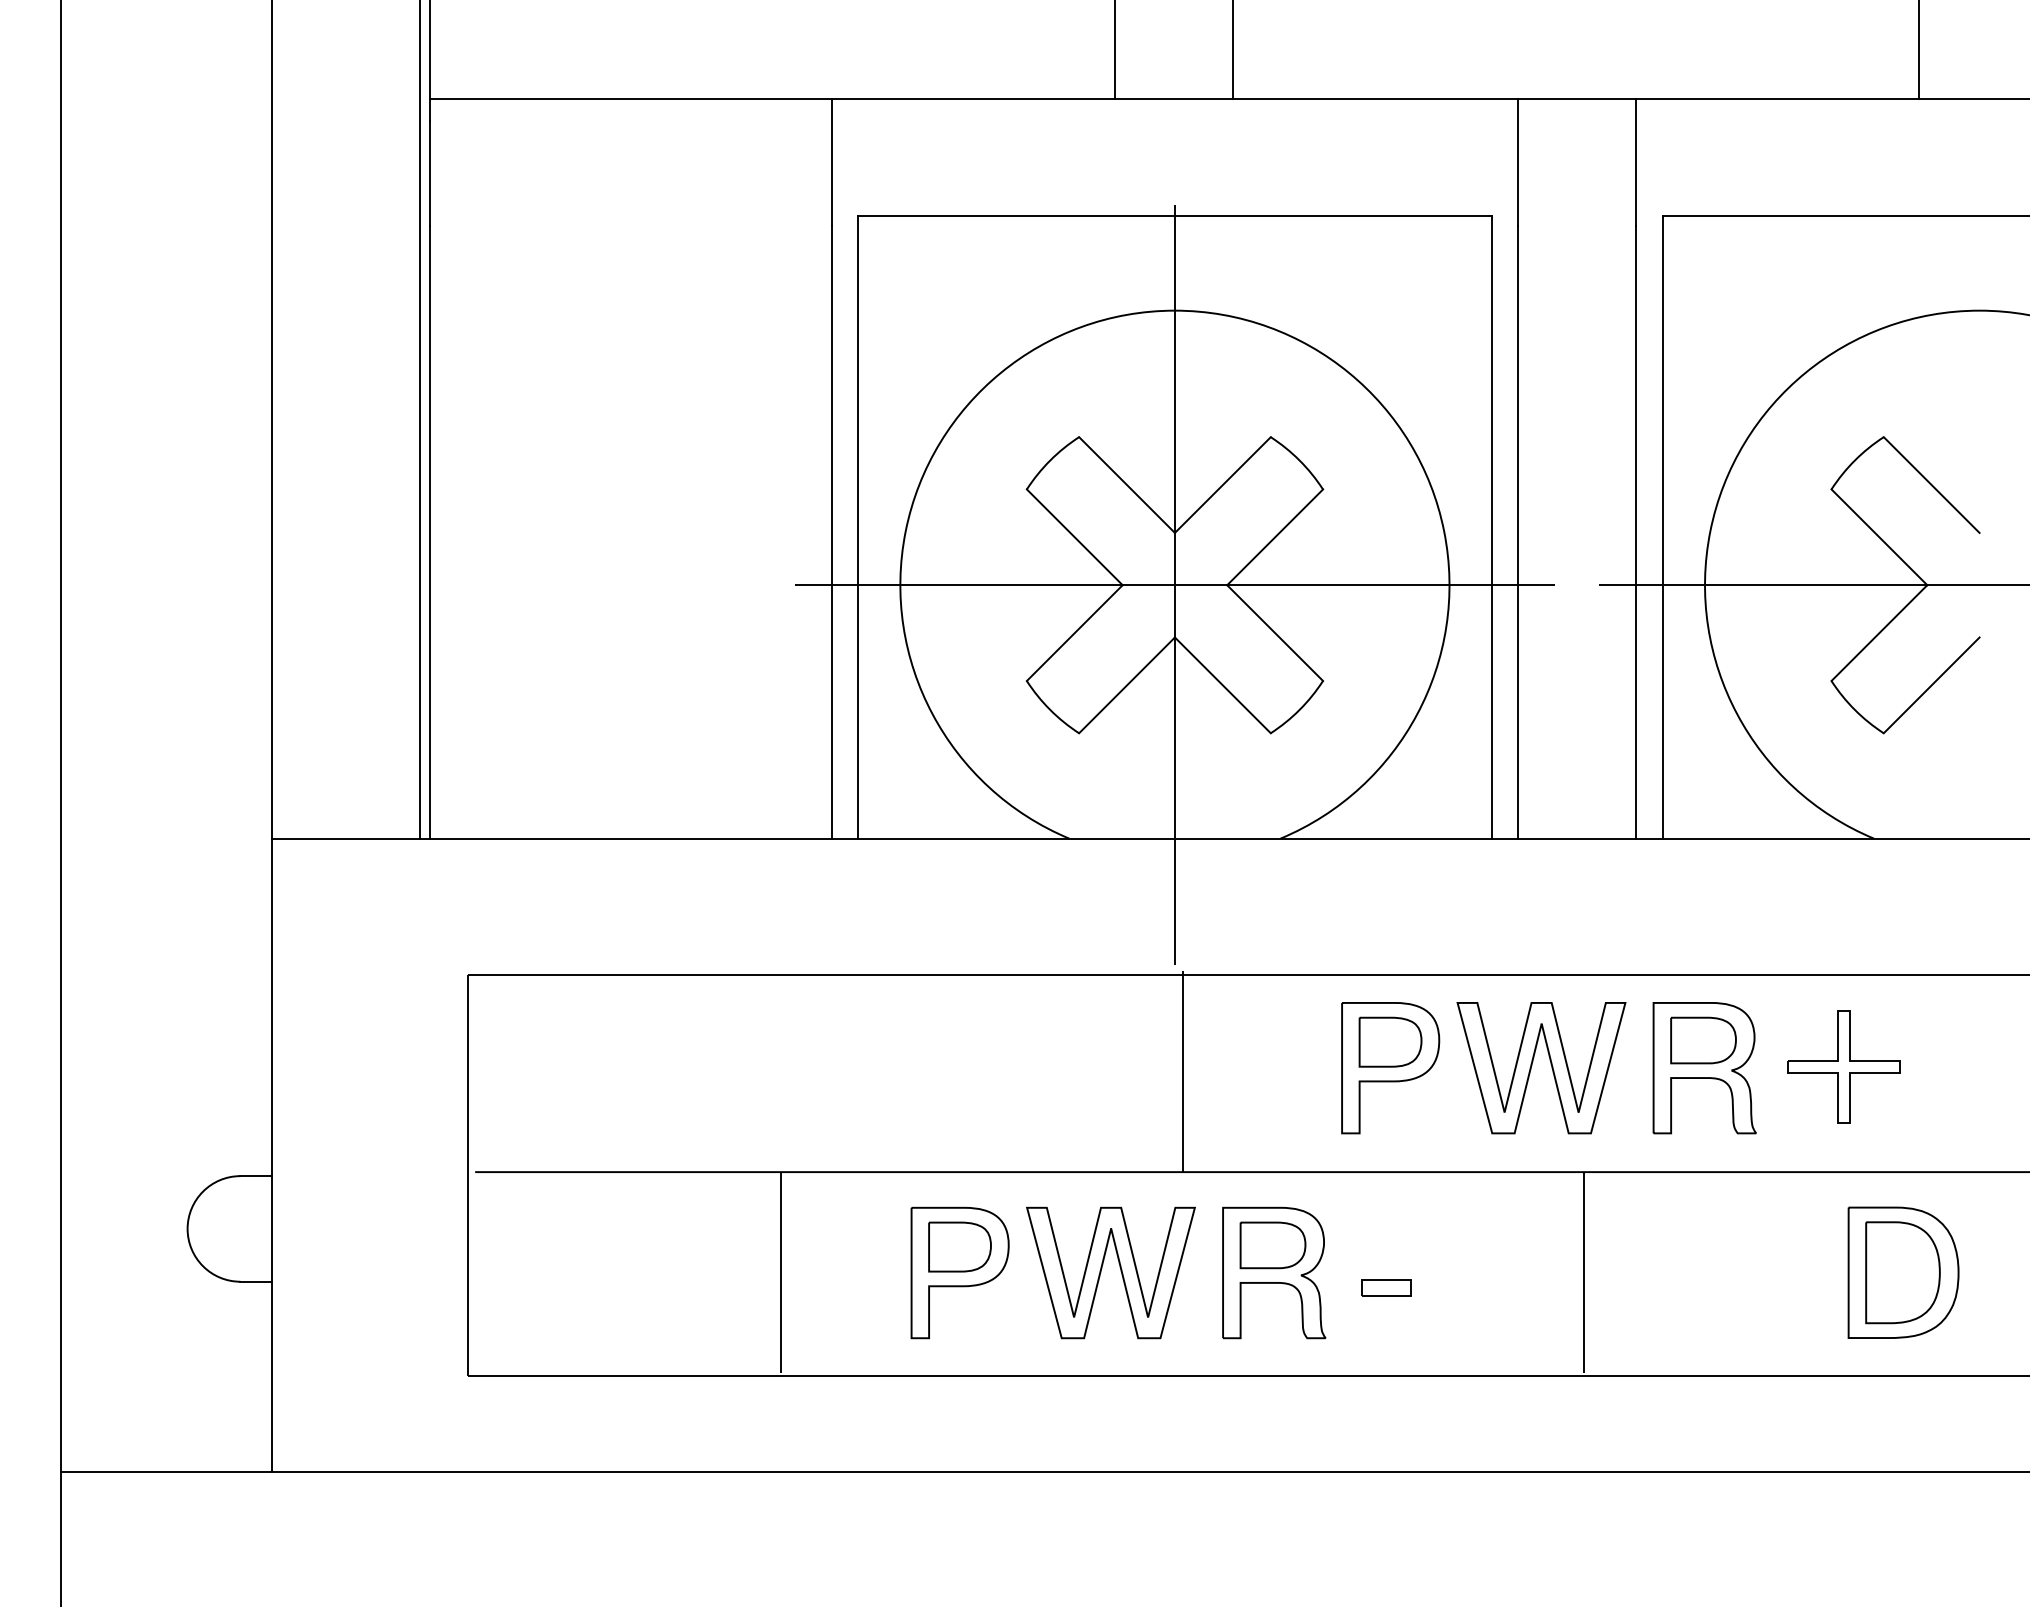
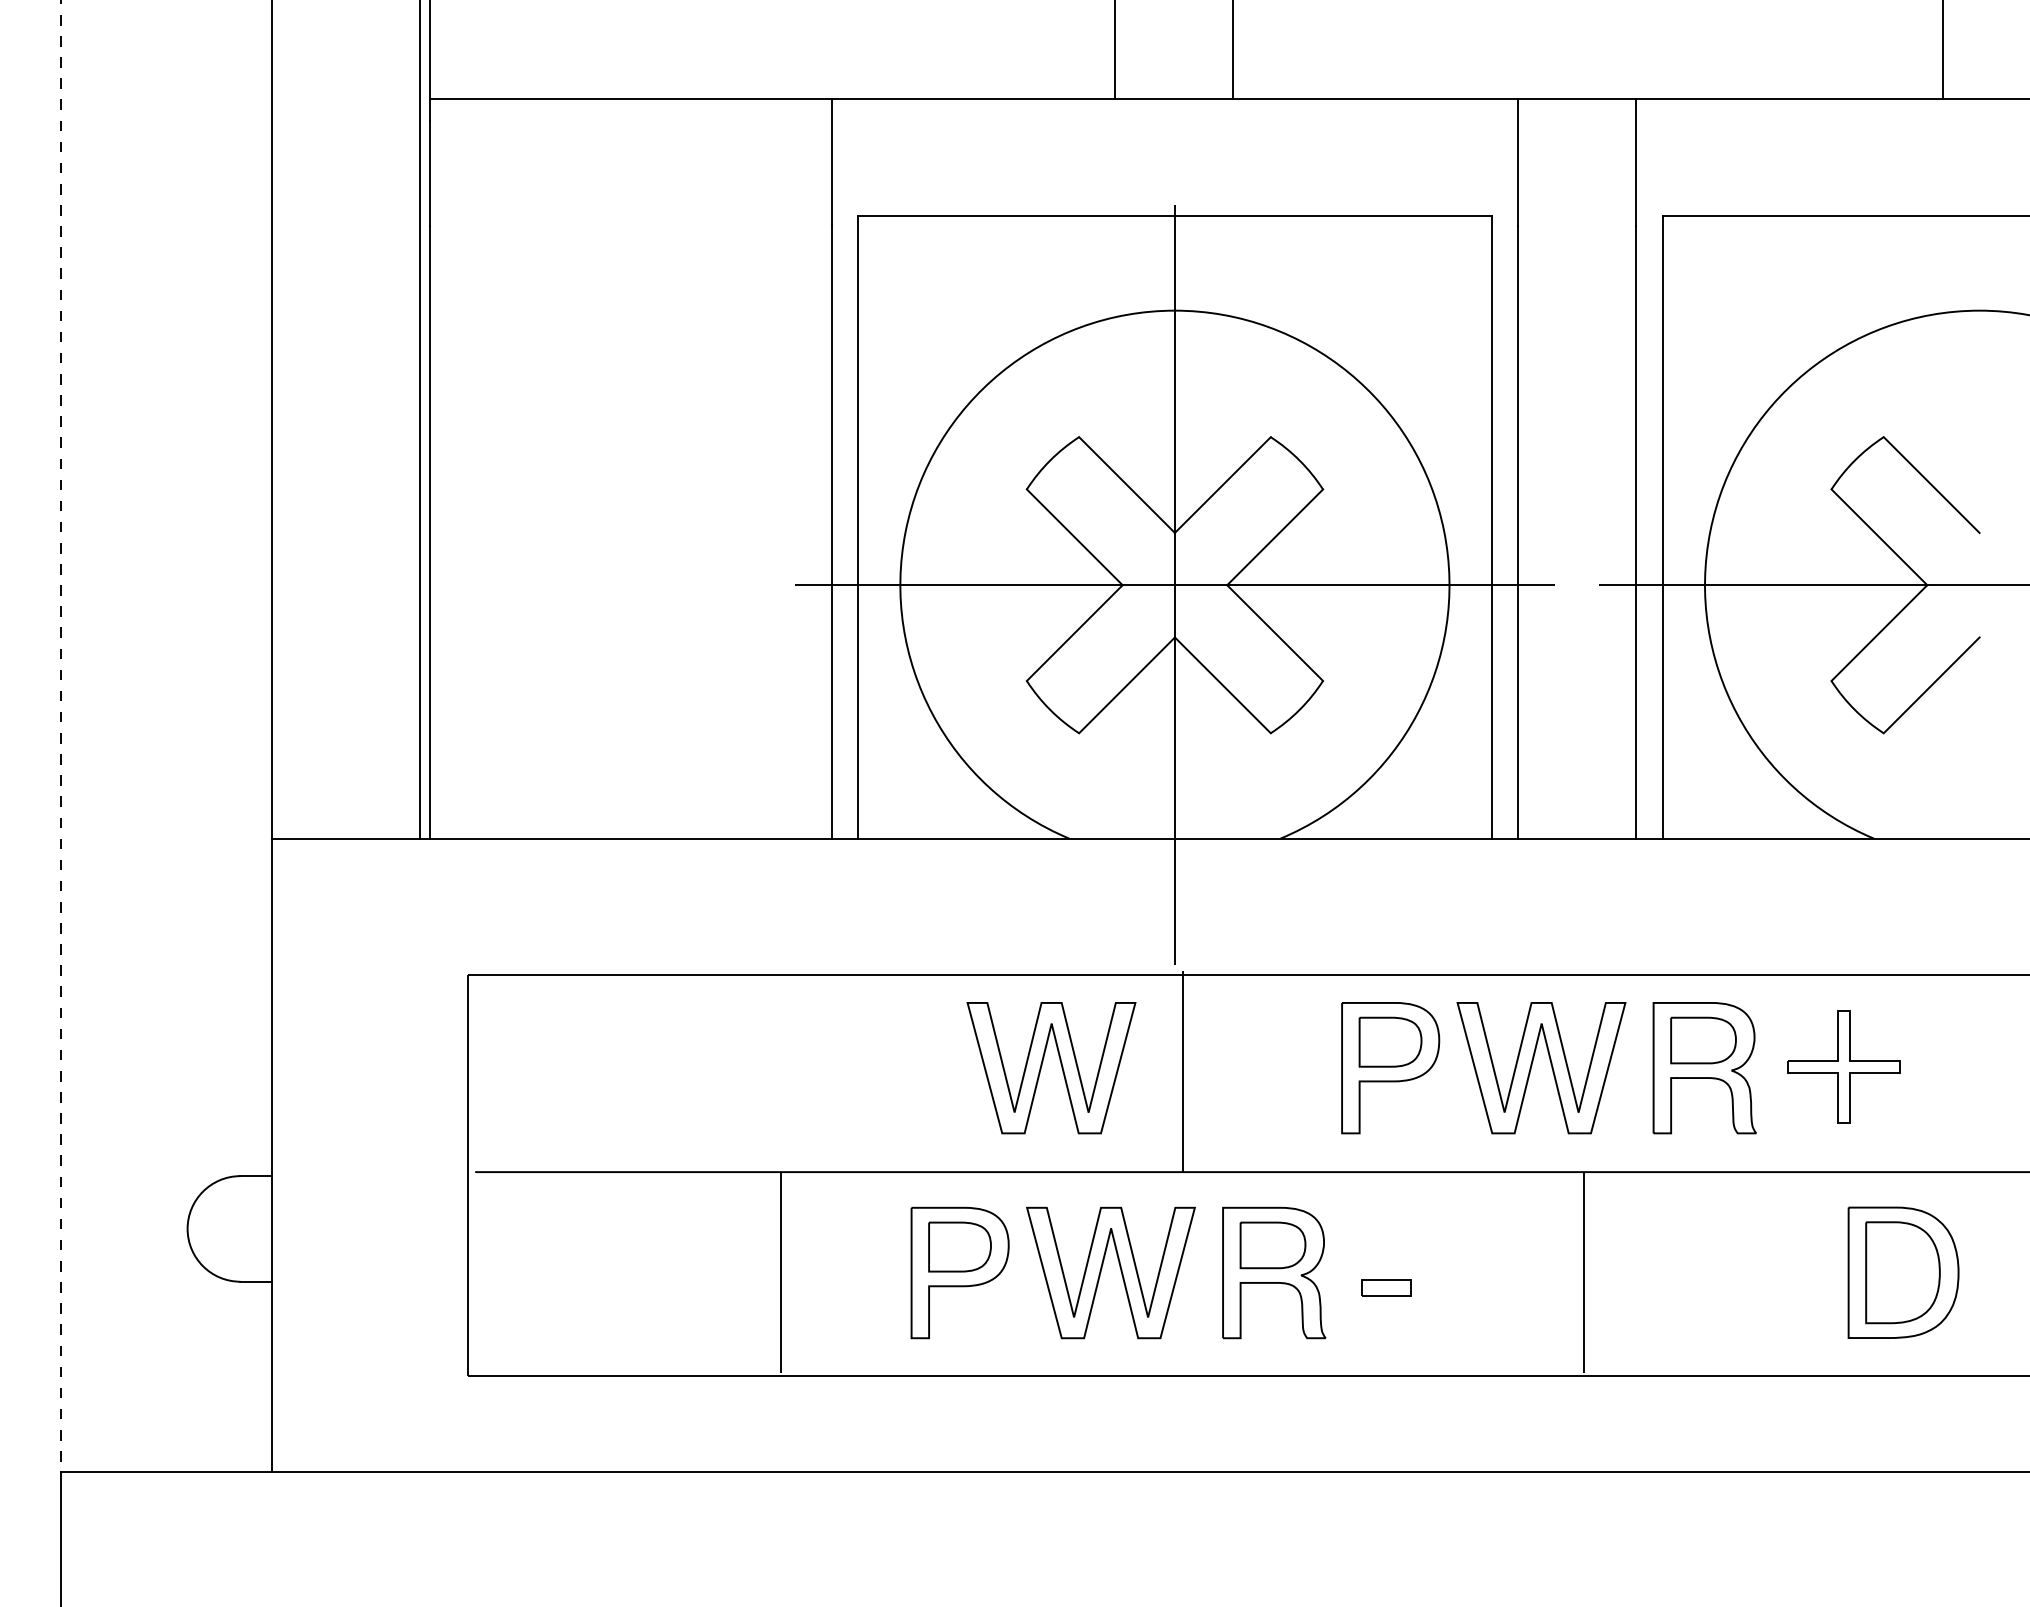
line at (1919, 50) position: (1919, 50) -> (1943, 50)
line at (60, 736): solid -> dashed
part at (1042, 1065): none -> present
